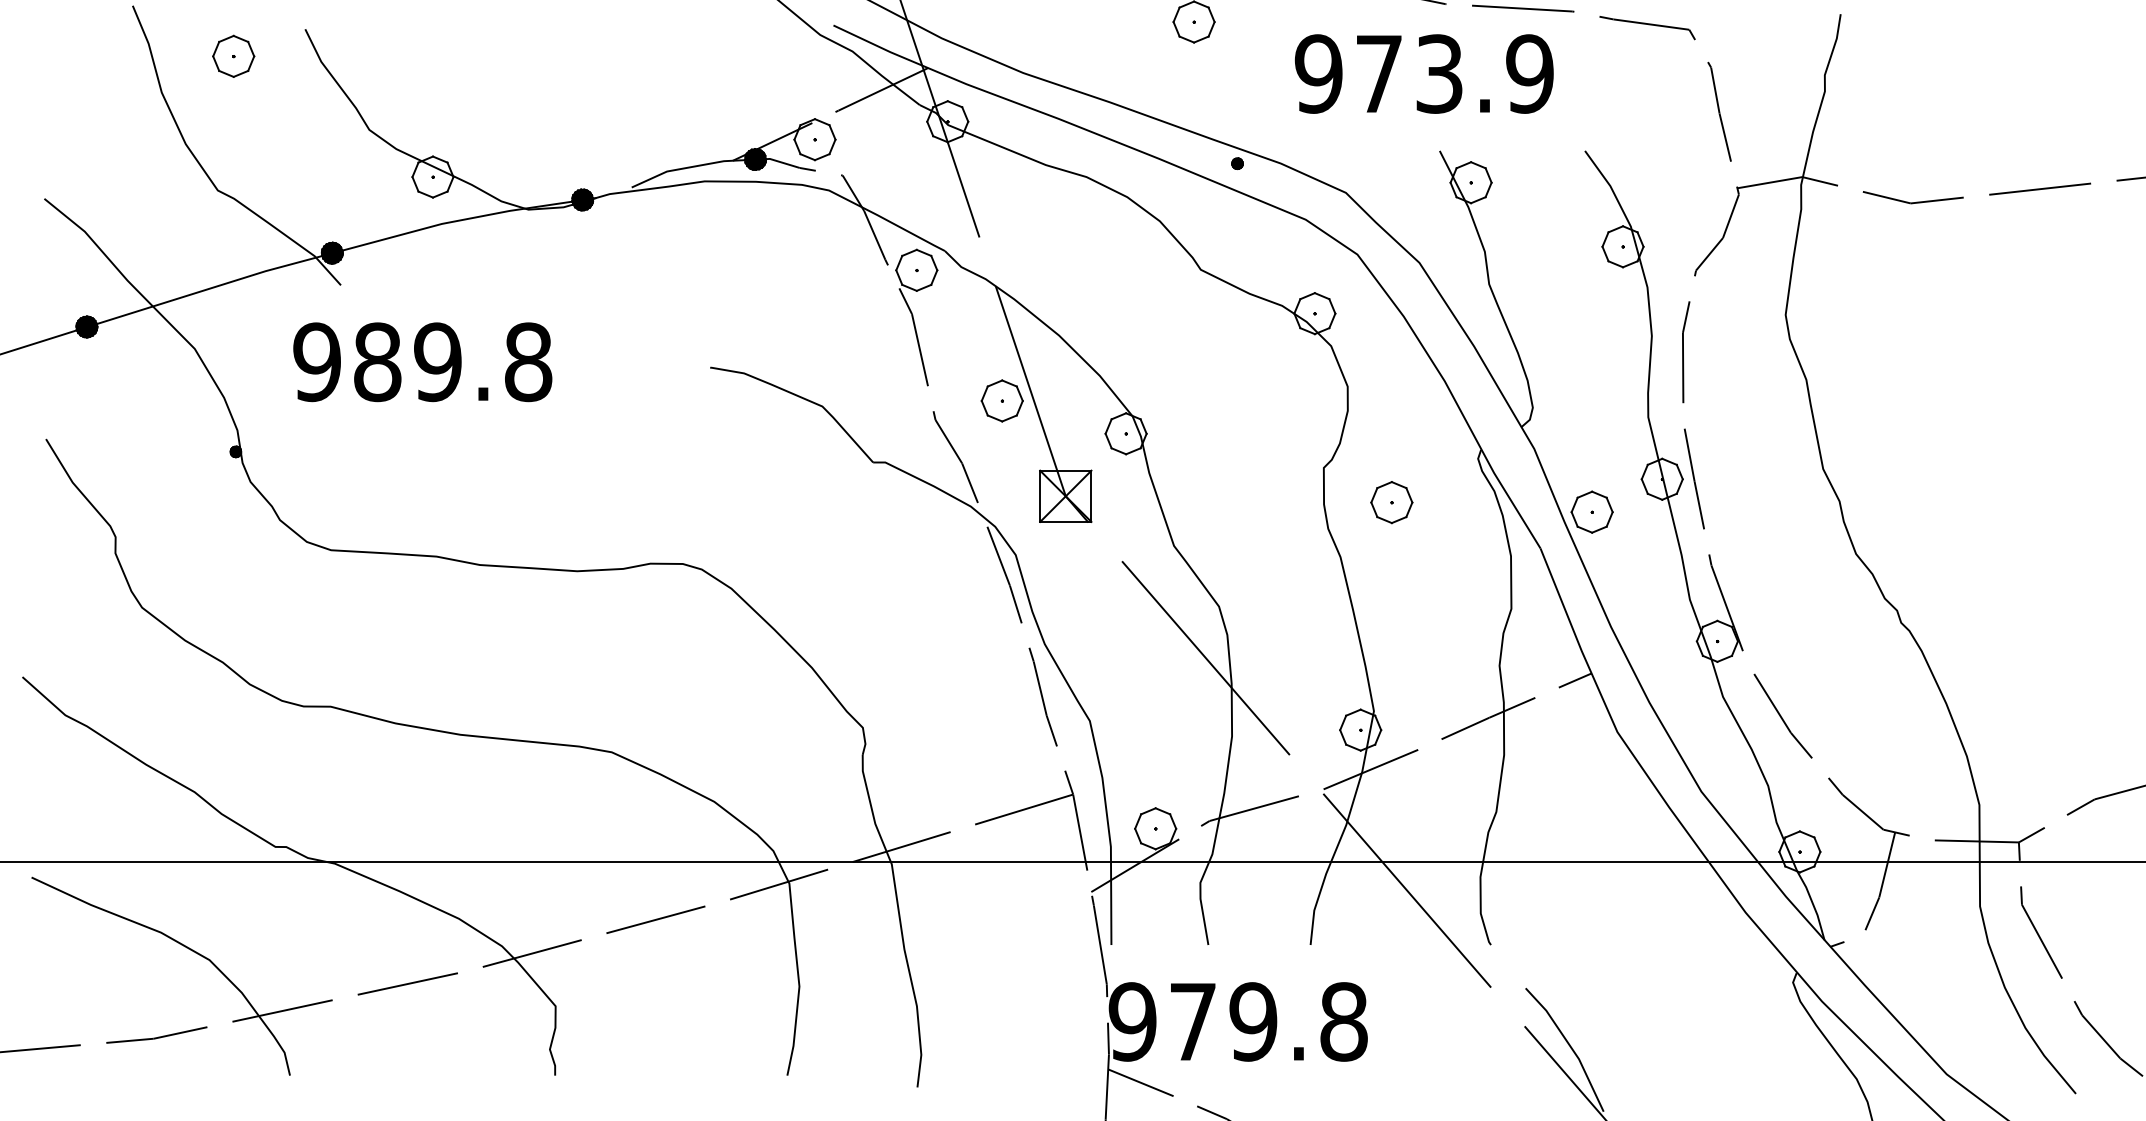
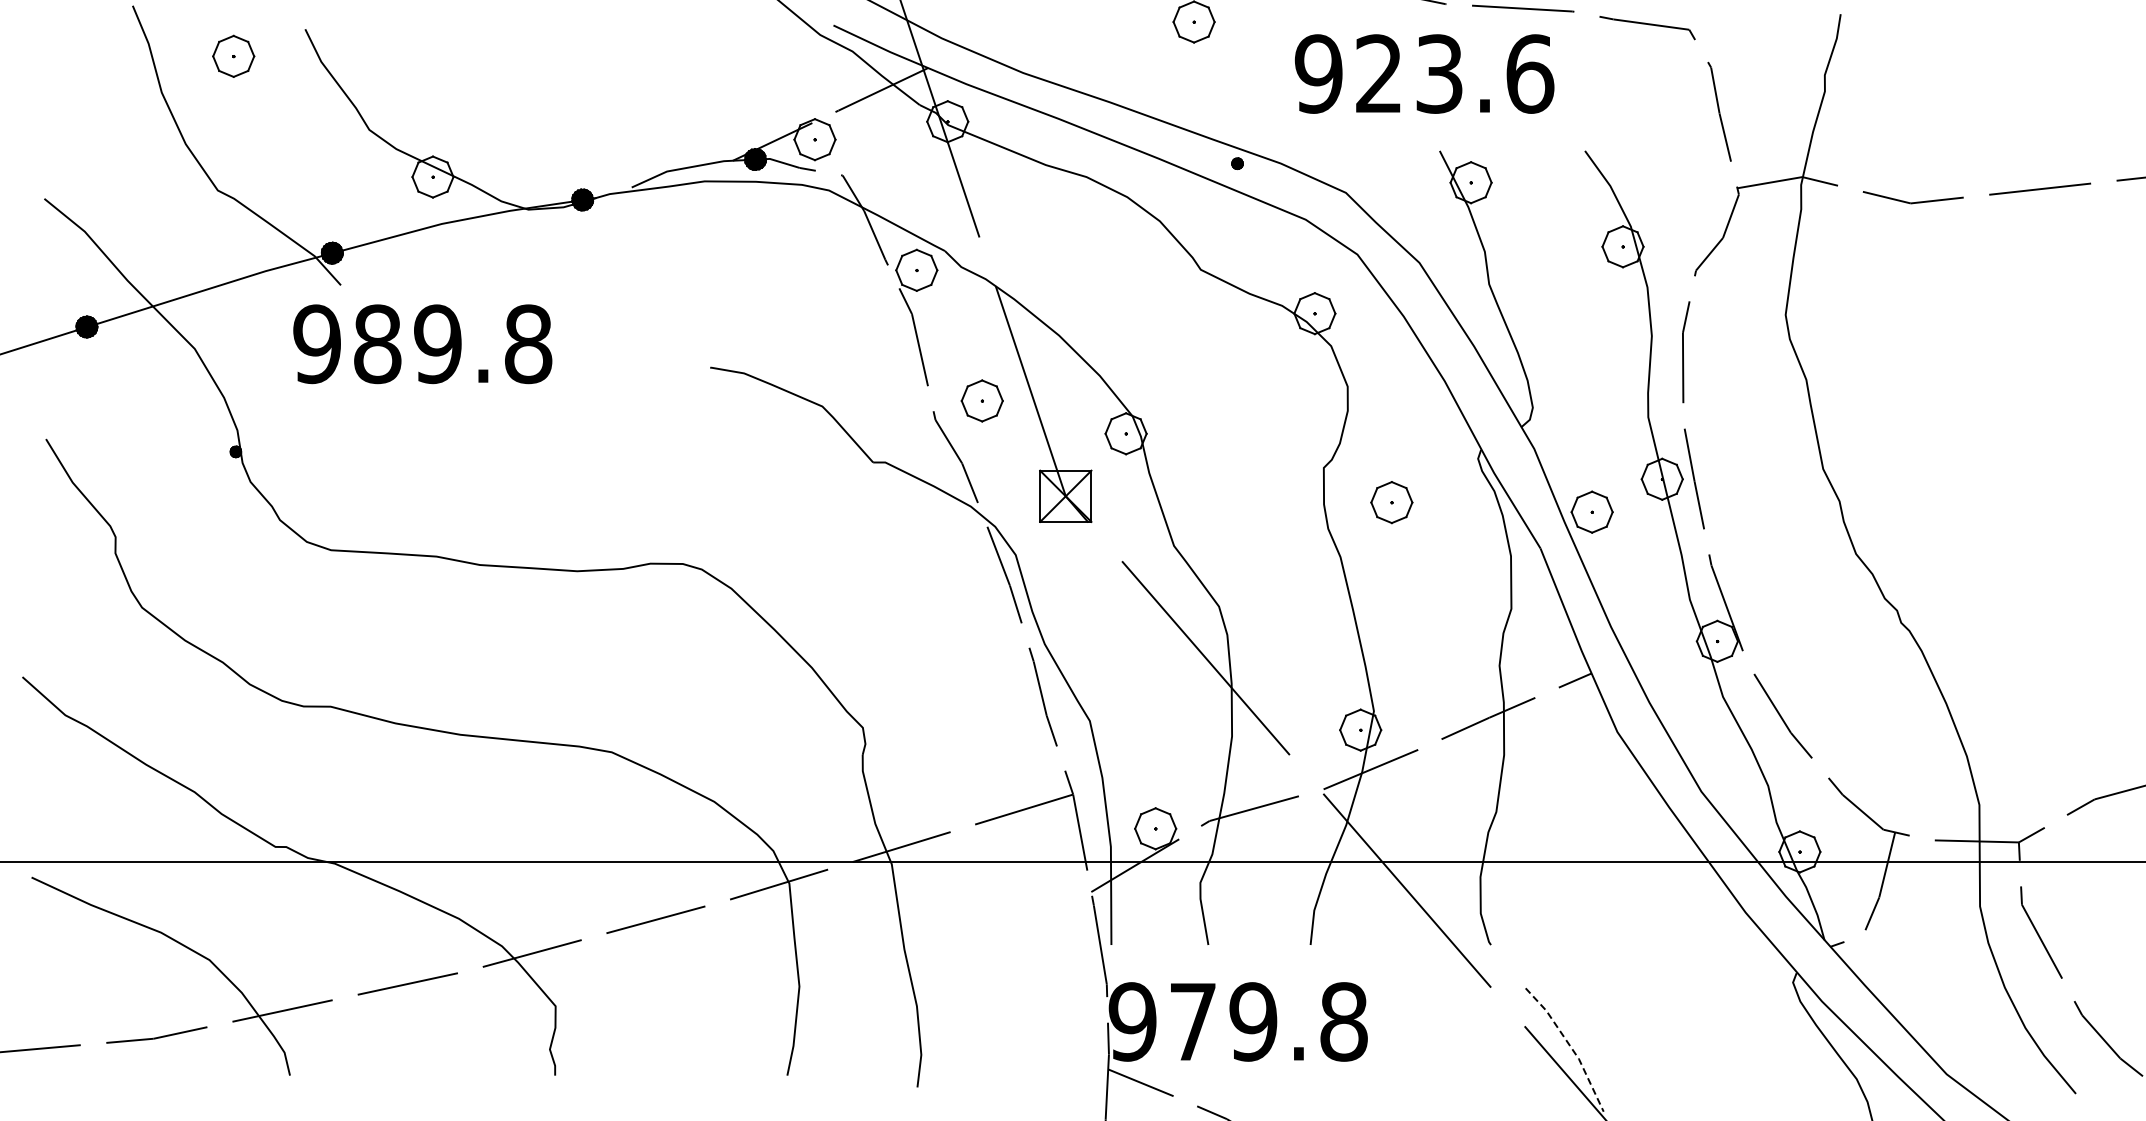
text at (1455, 73): 973.9 -> 923.6
text at (422, 362) position: (422, 362) -> (422, 344)
part at (1001, 400) position: (1001, 400) -> (981, 400)
line at (1570, 1046): solid -> dashed
